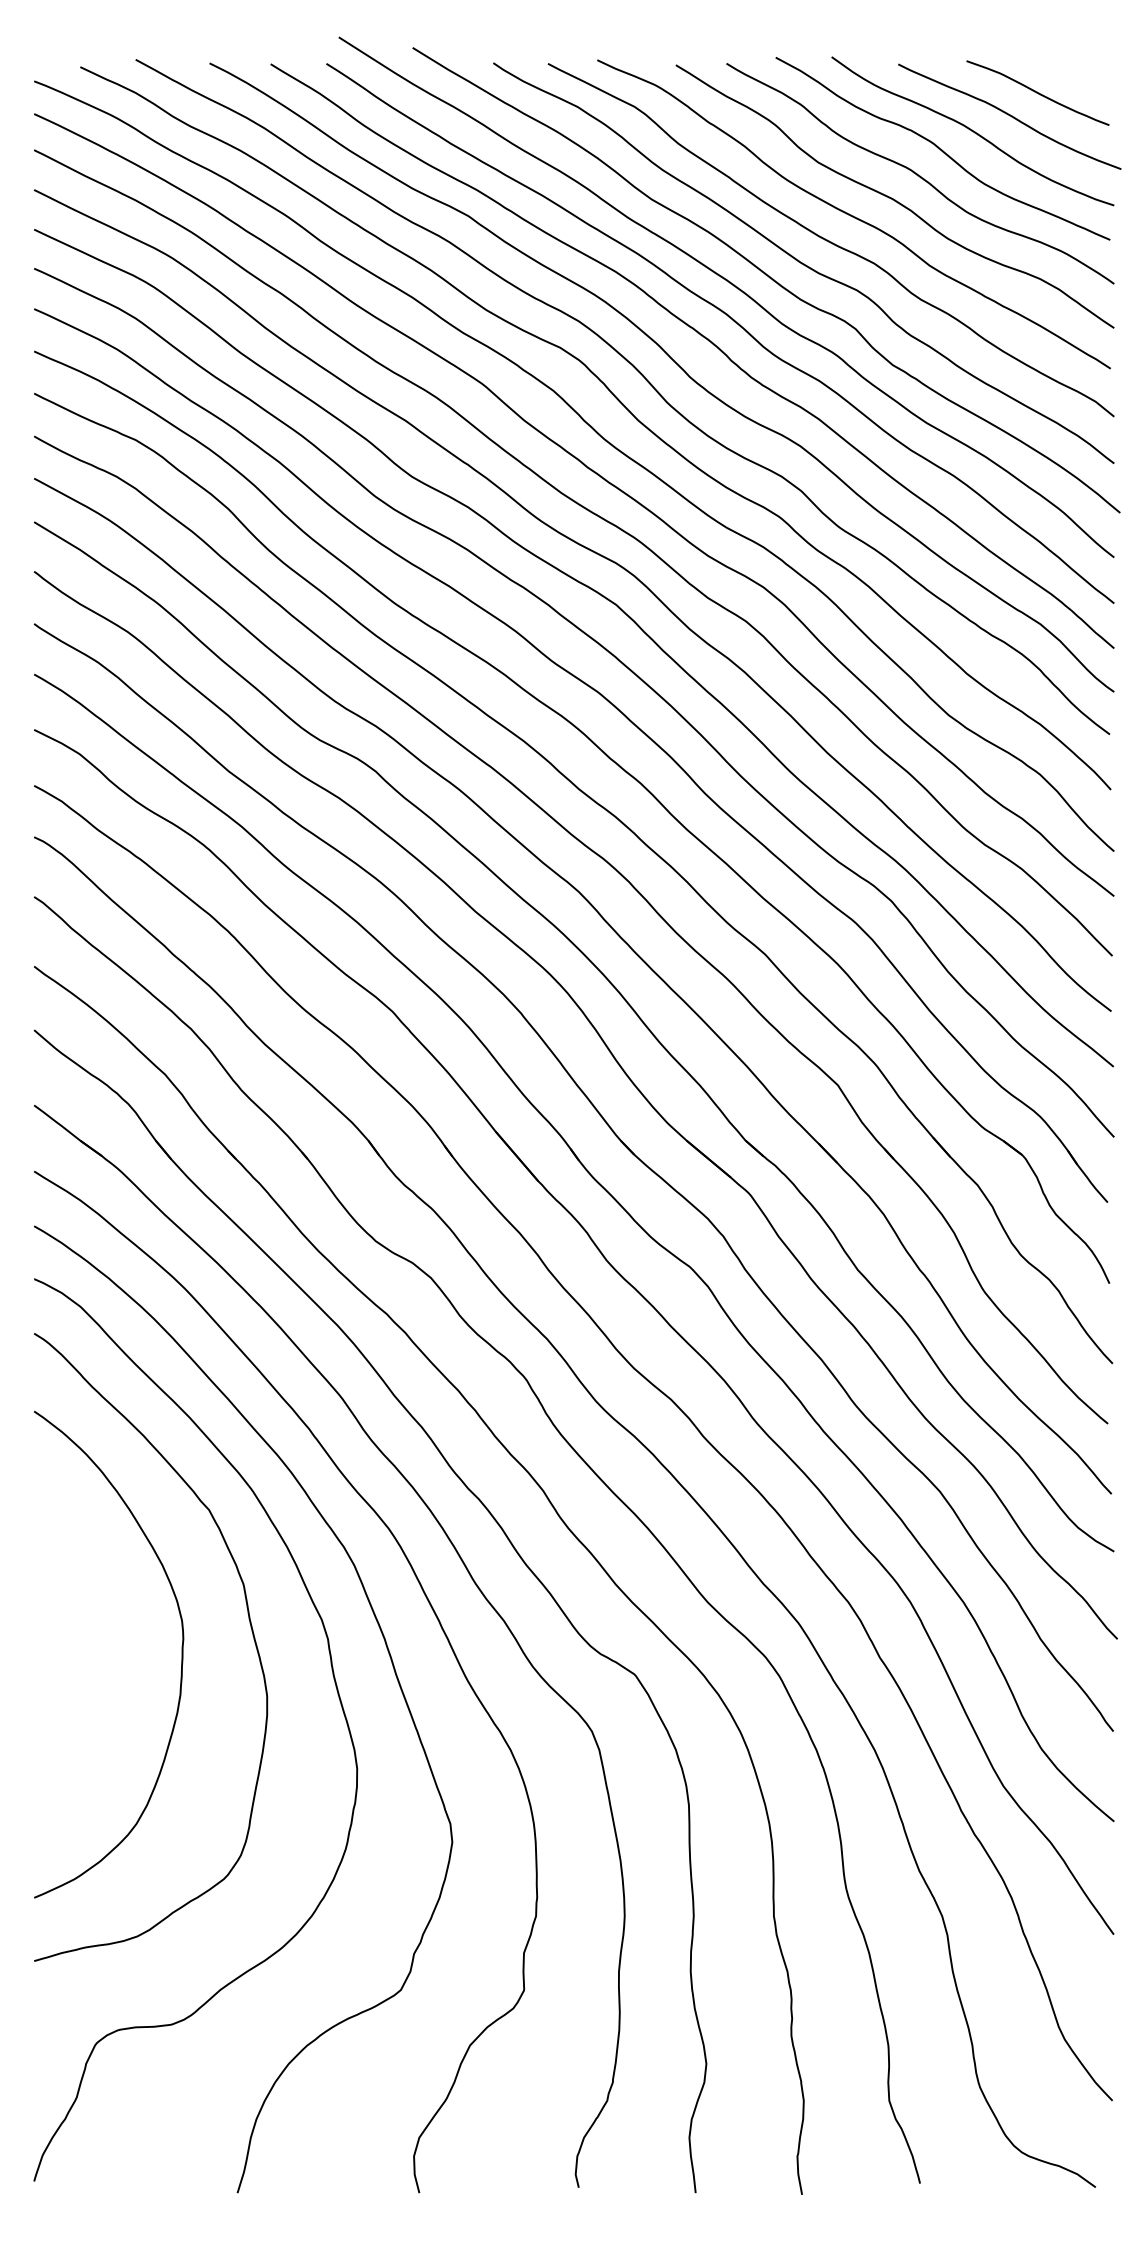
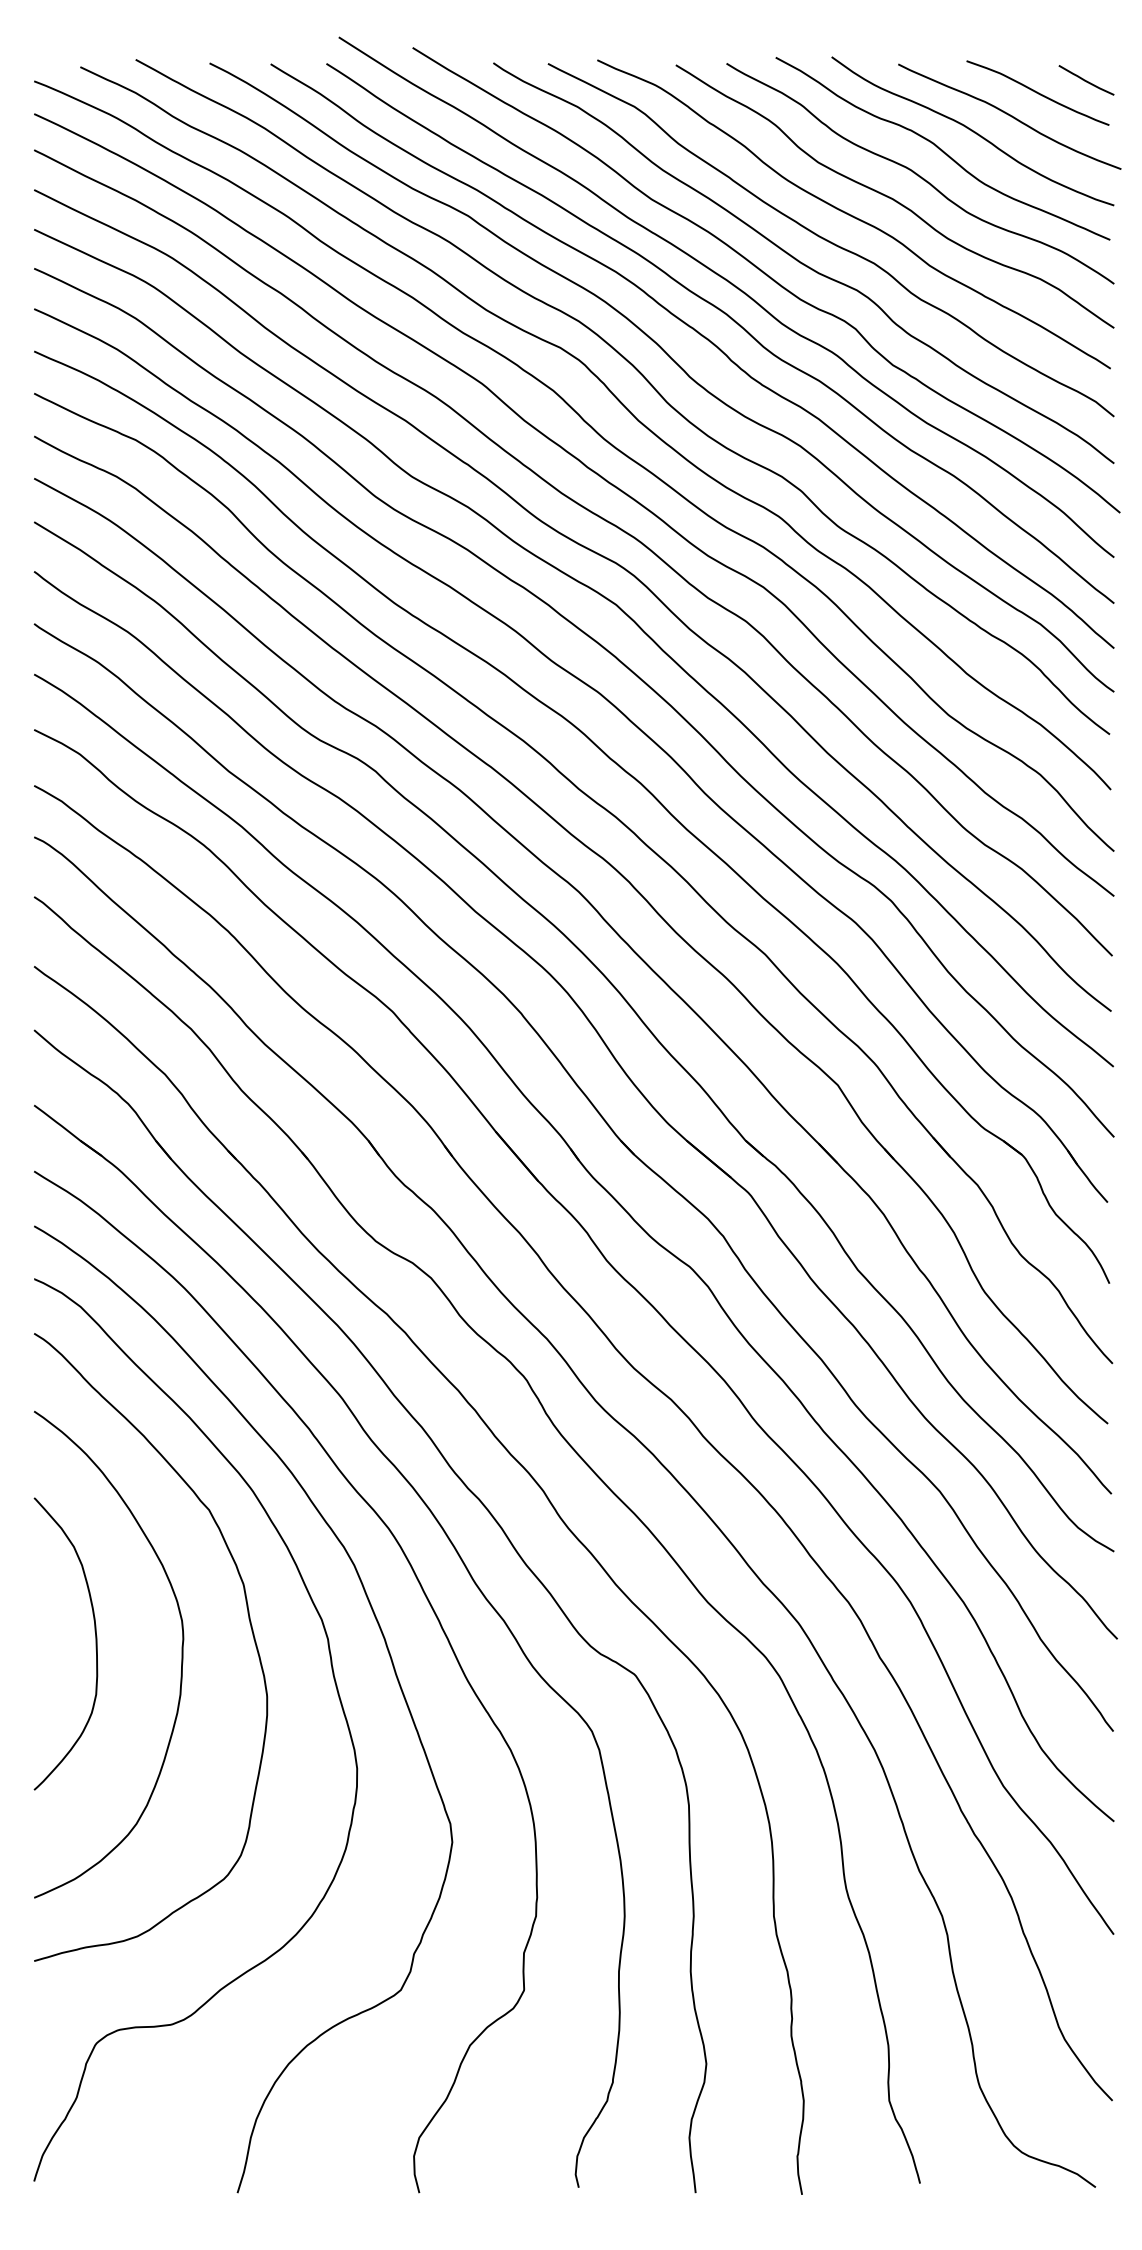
curve at (1086, 80): none -> present
curve at (95, 1643): none -> present
